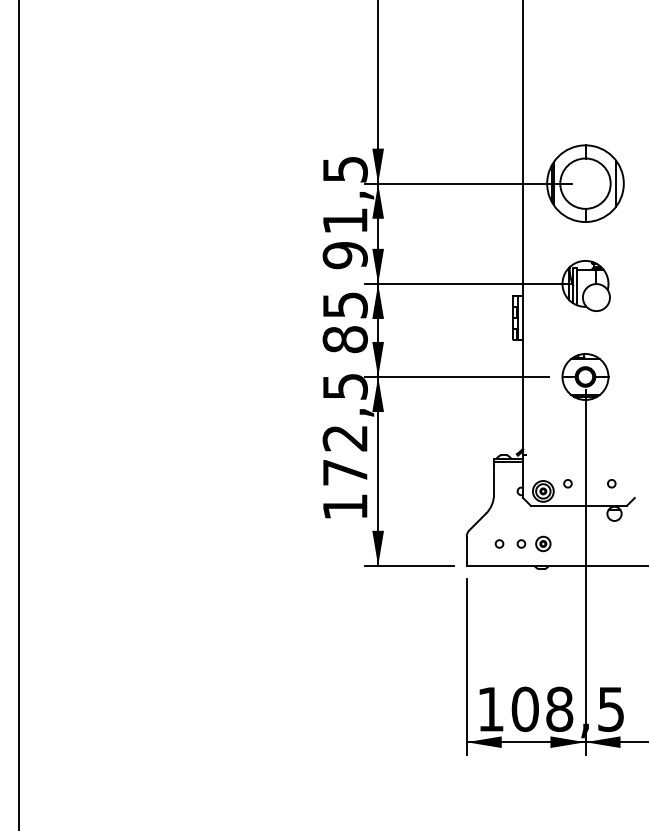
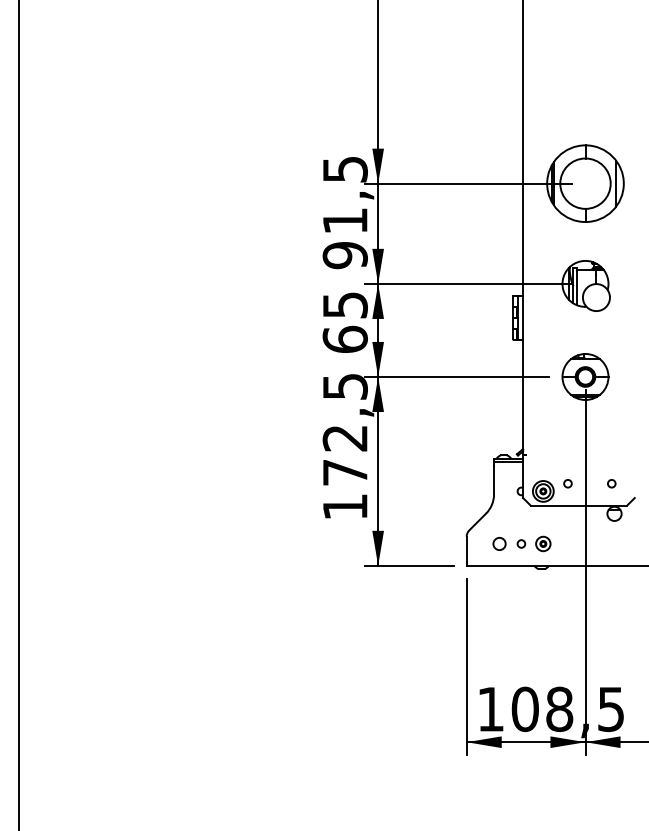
fill at (378, 200): present -> none
text at (344, 339): 85 -> 65
circle at (499, 543) size: 11x10 px -> 15x14 px
